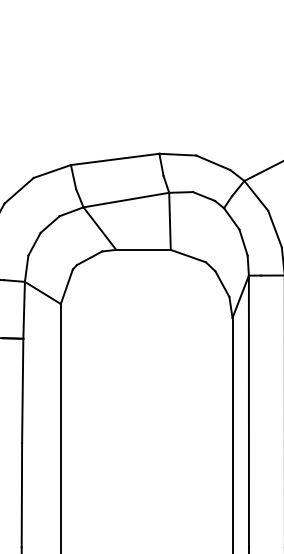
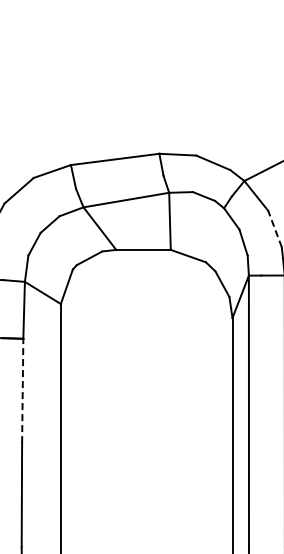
line at (274, 228): solid -> dashed
line at (22, 390): solid -> dashed
